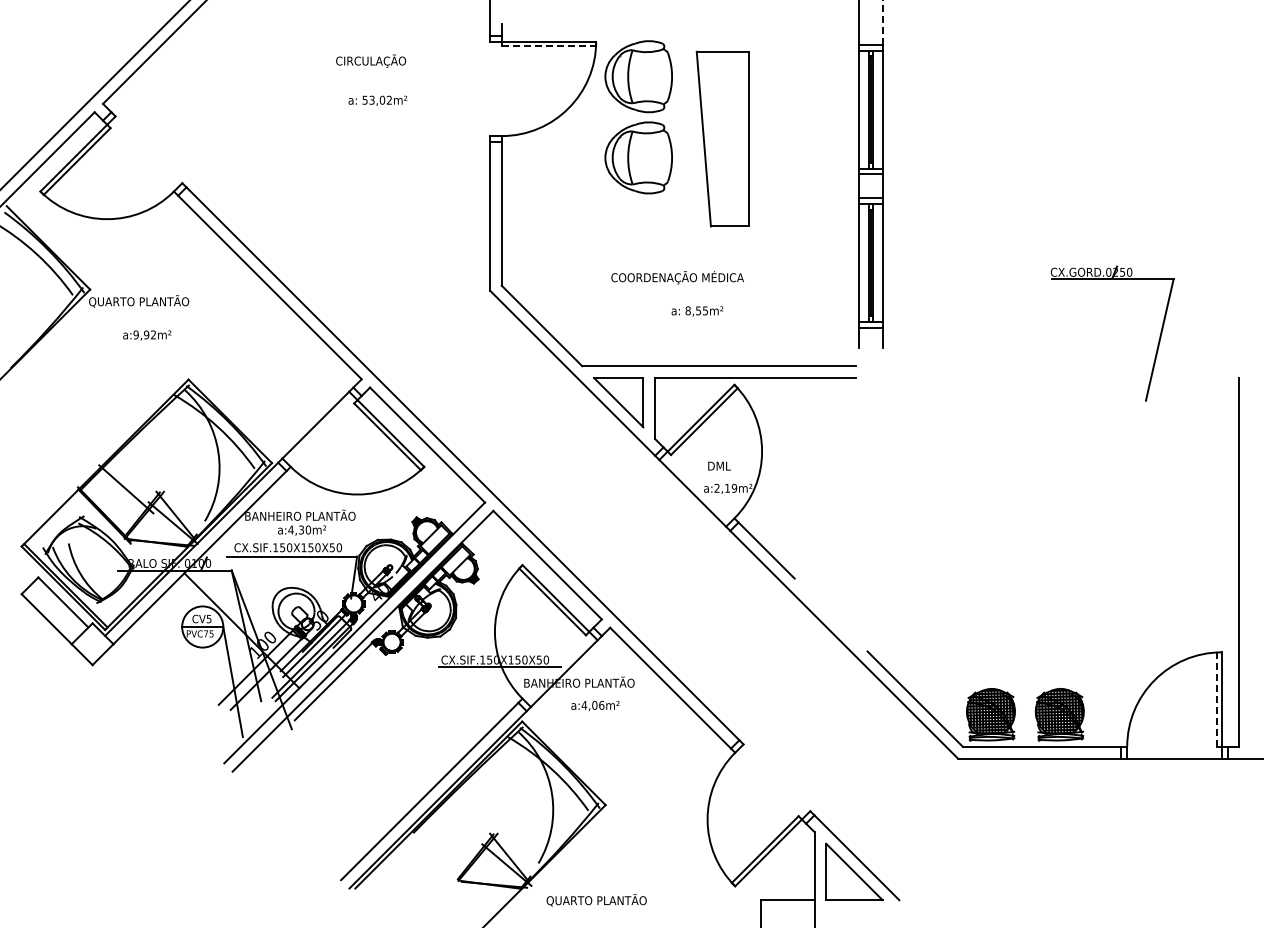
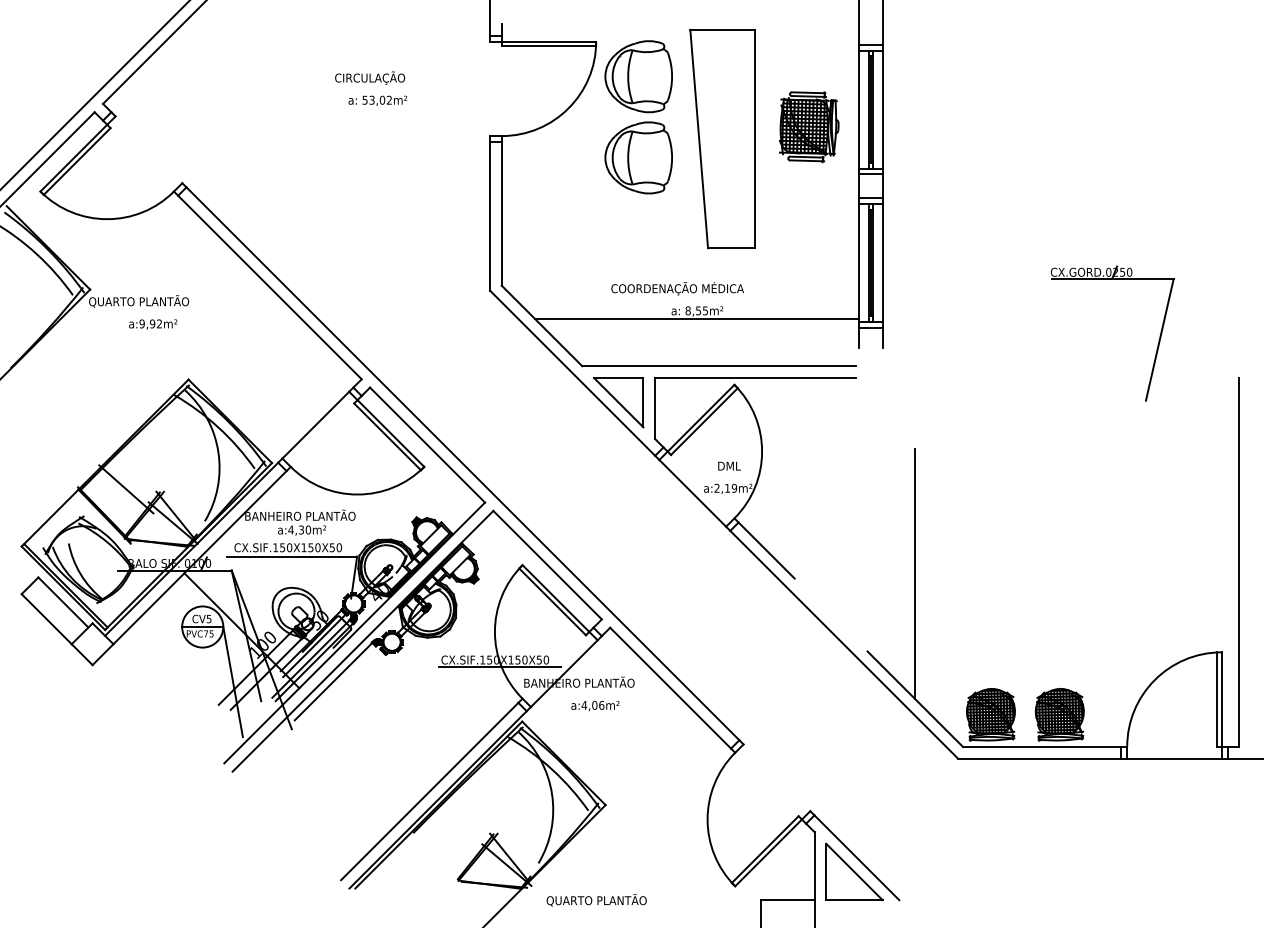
line at (882, 22): dashed -> solid
line at (549, 46): dashed -> solid
text at (371, 60) position: (371, 60) -> (370, 77)
part at (808, 127): none -> present
part at (722, 138) size: 55x178 px -> 67x221 px
text at (677, 277) position: (677, 277) -> (677, 288)
line at (697, 318): none -> present
text at (147, 335) position: (147, 335) -> (153, 324)
text at (719, 465) position: (719, 465) -> (729, 465)
line at (914, 573): none -> present
line at (1216, 700): dashed -> solid
